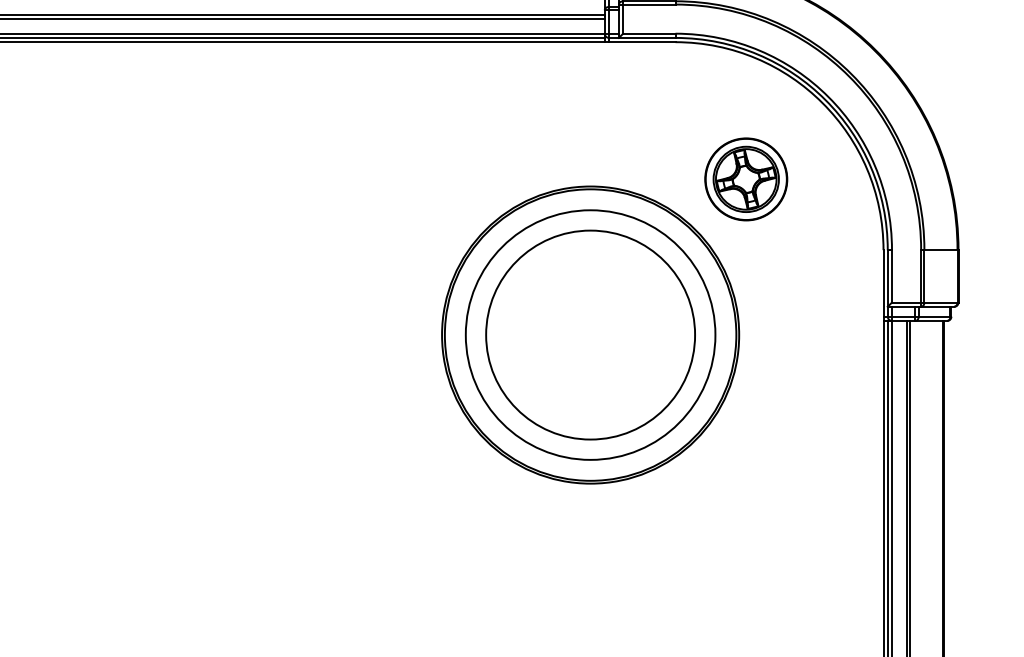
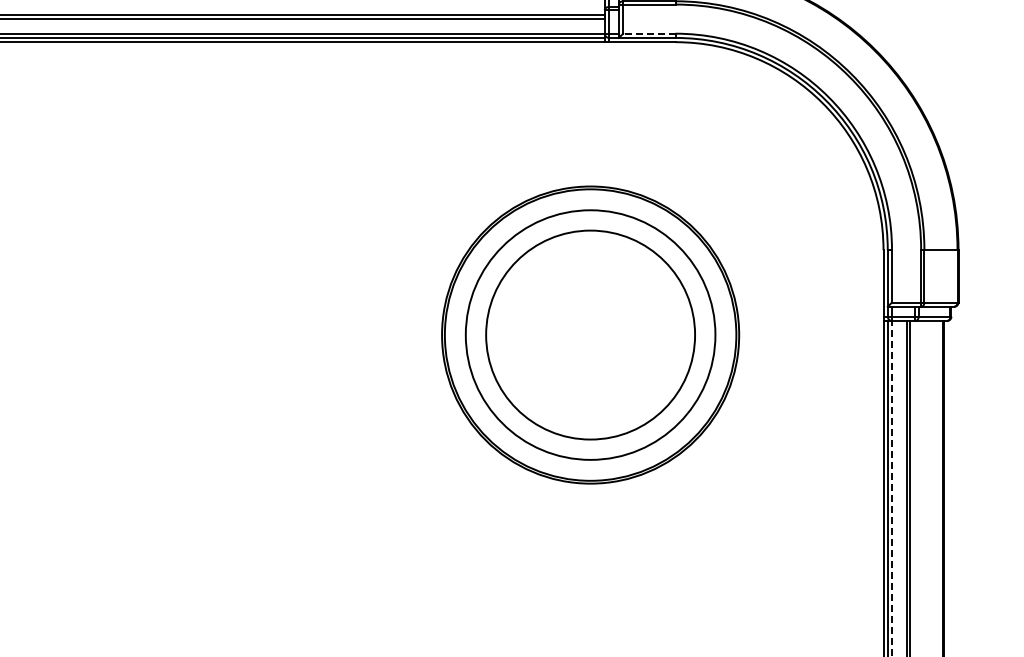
line at (648, 33): solid -> dashed
part at (746, 179): present -> none
line at (892, 488): solid -> dashed
